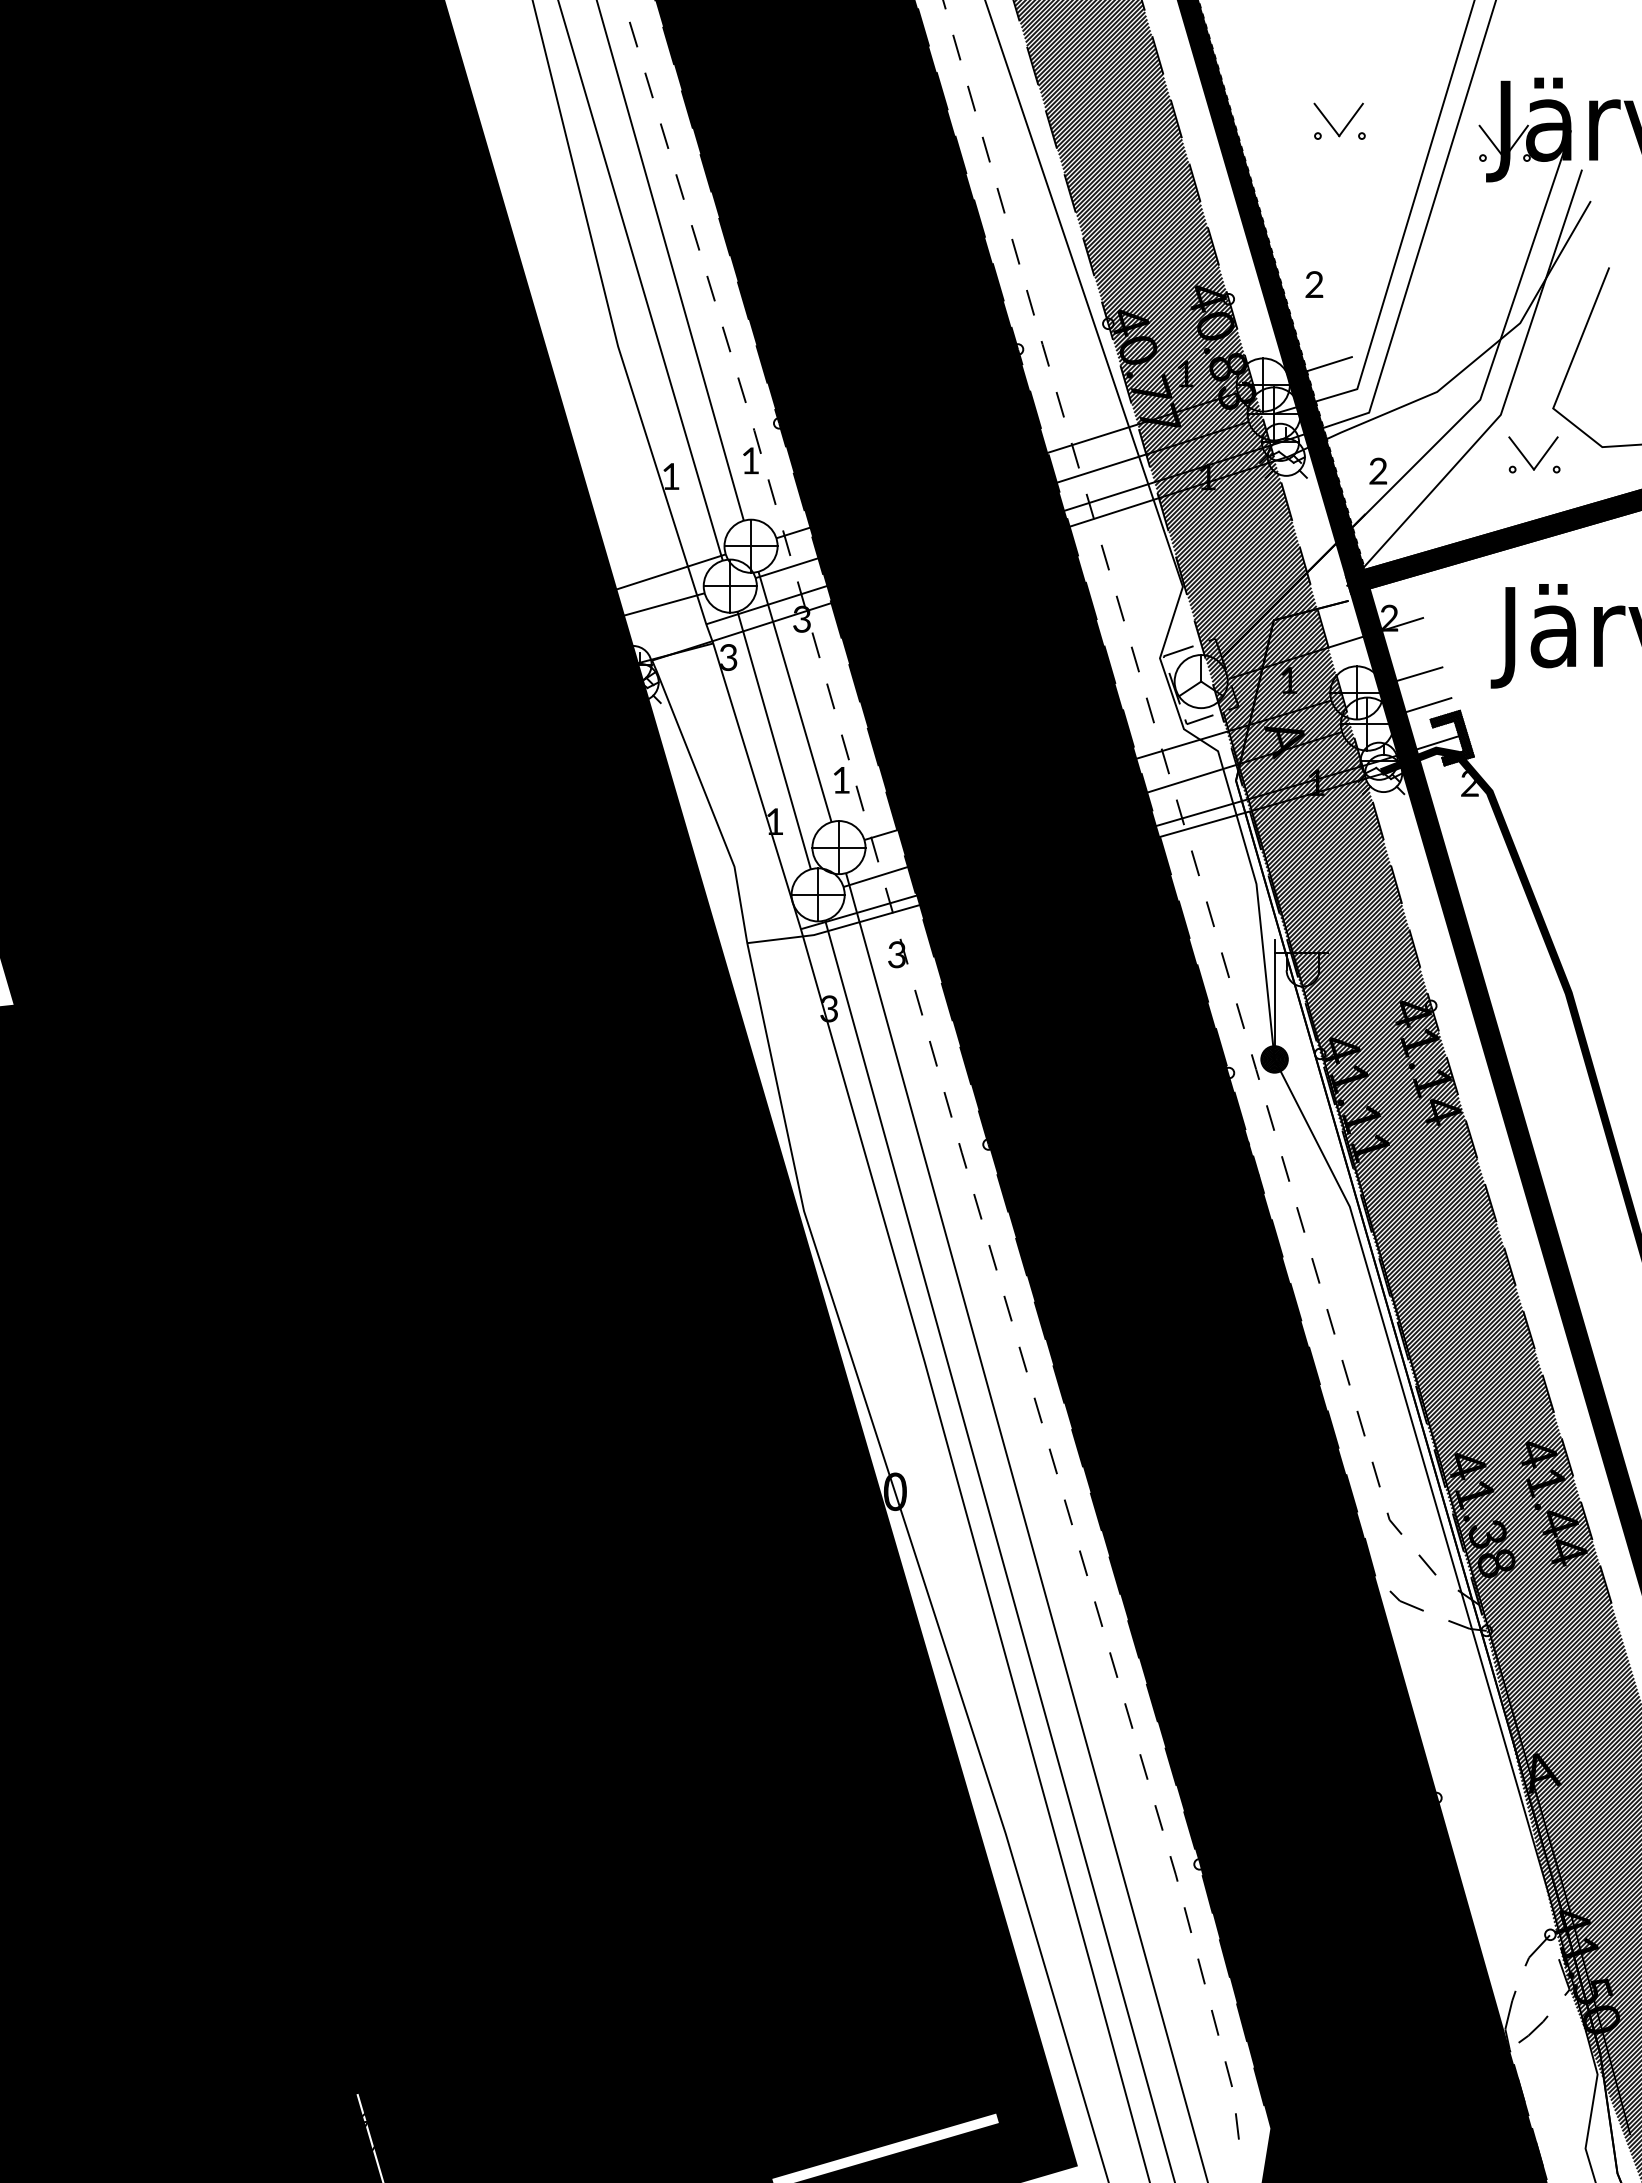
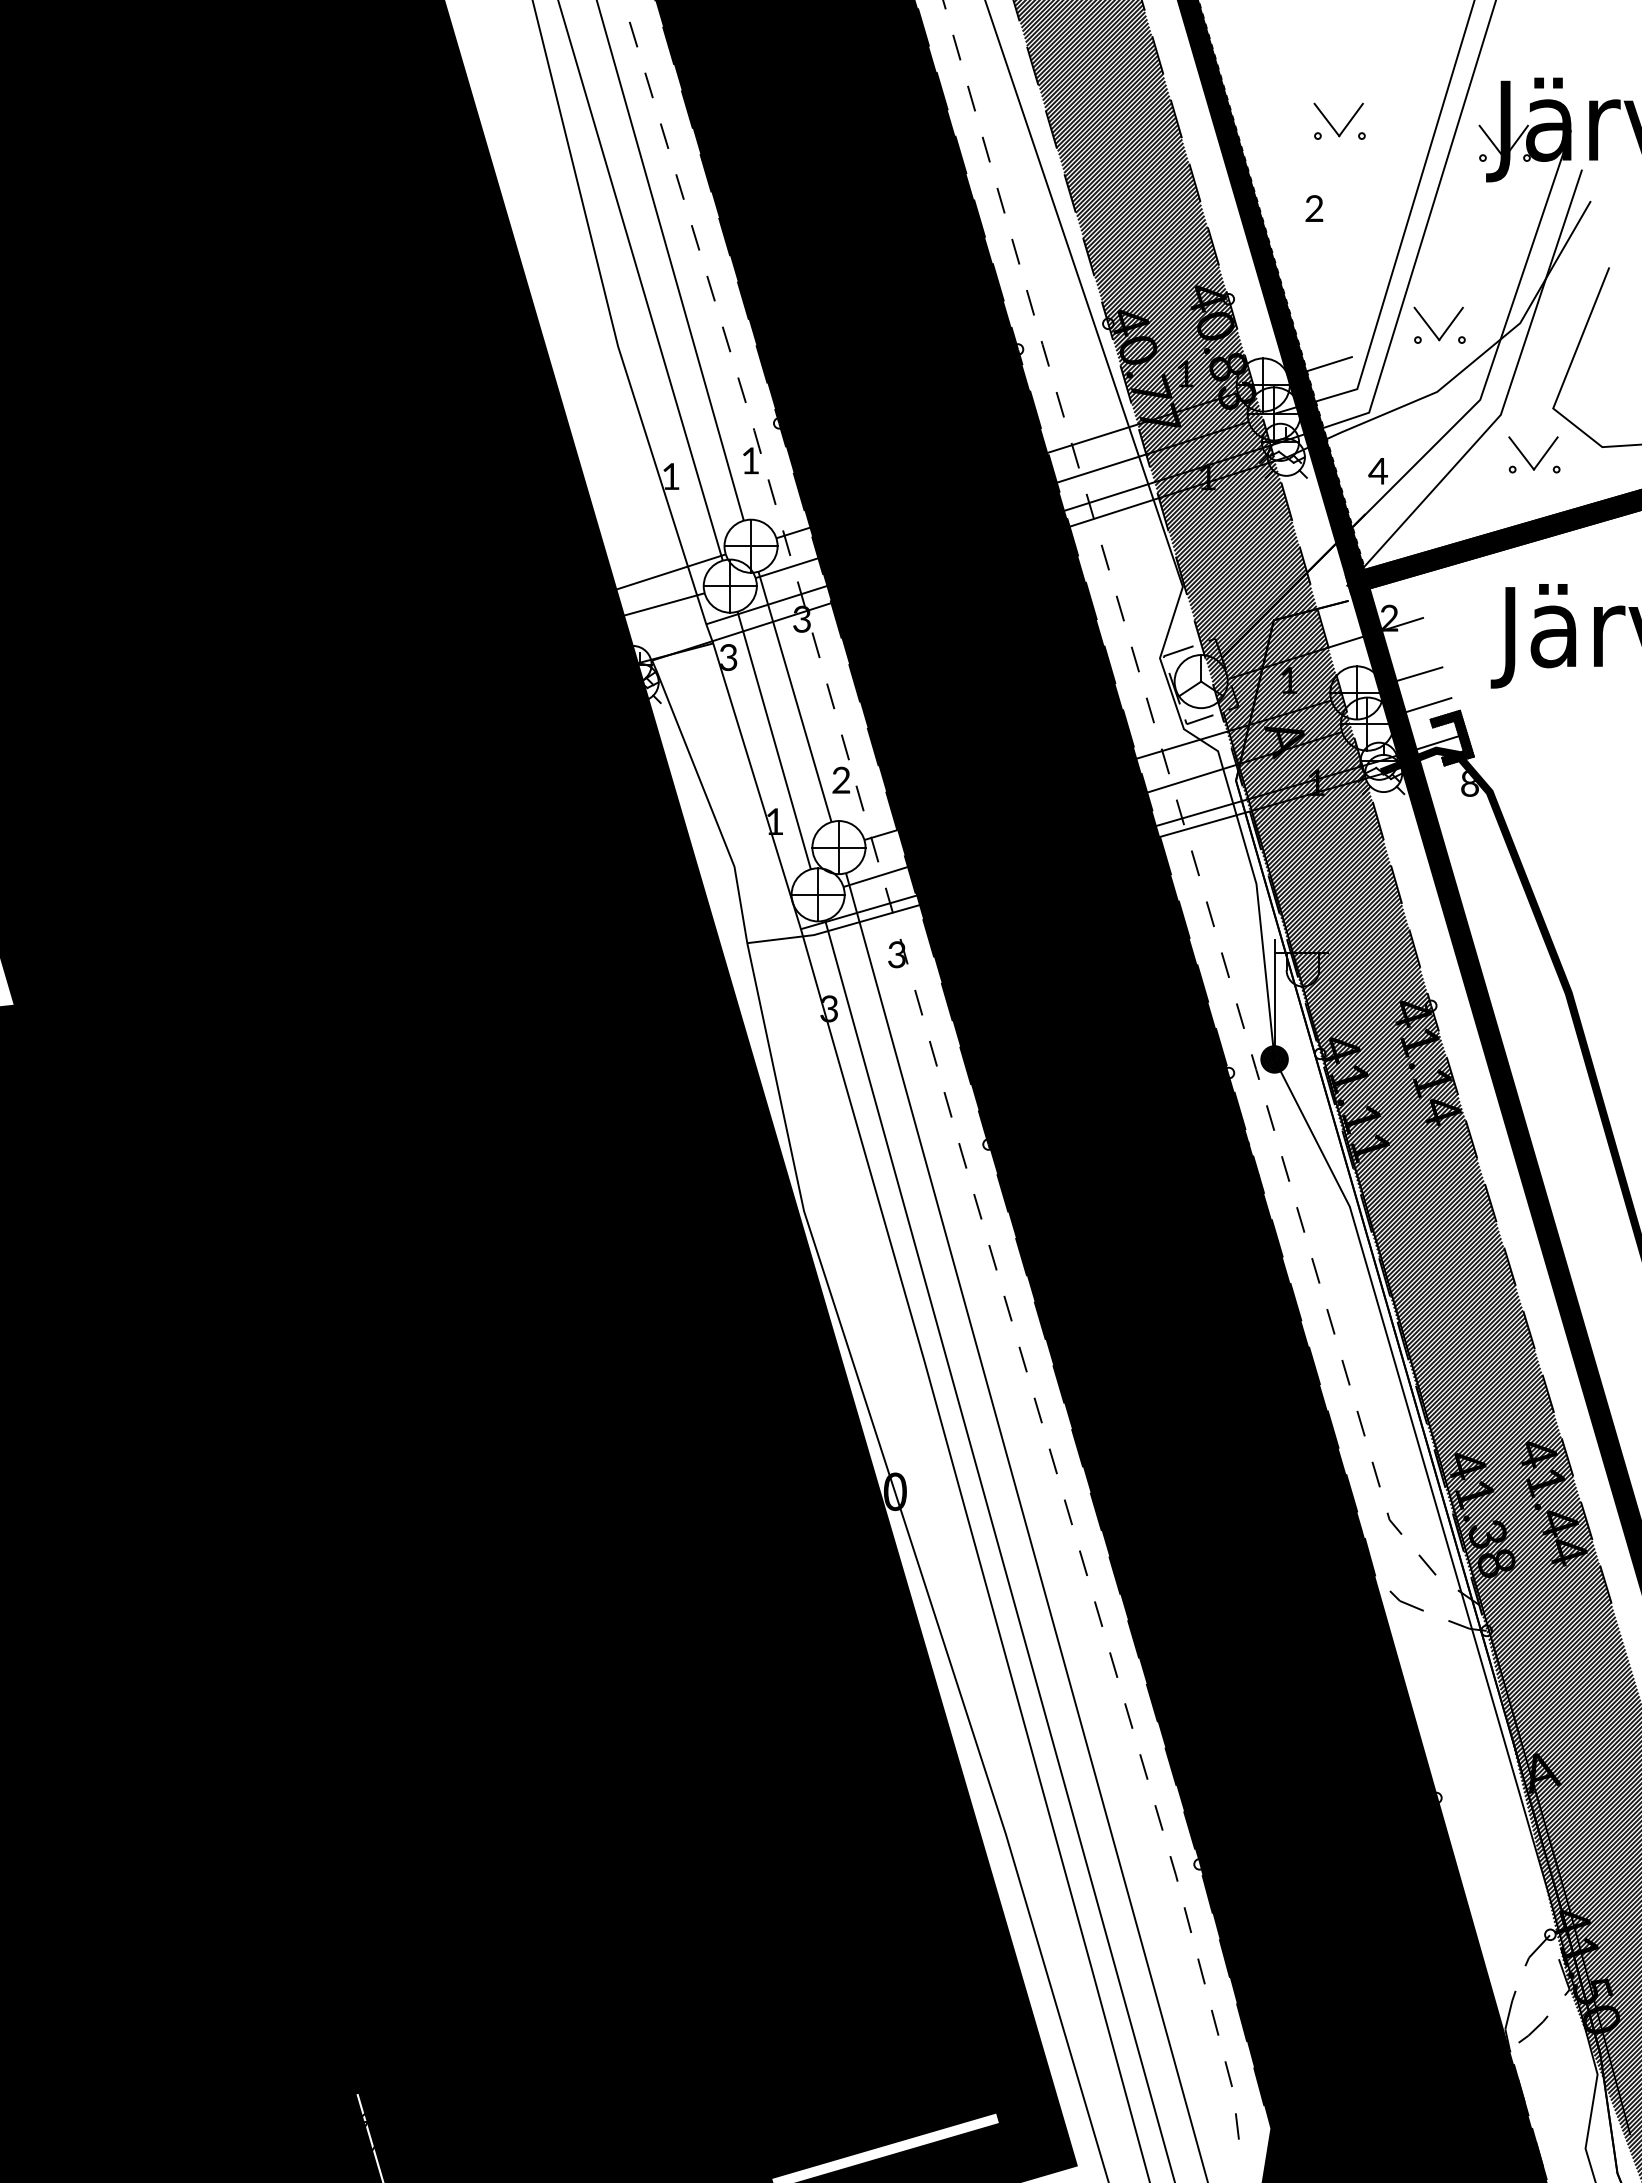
text at (1314, 284) position: (1314, 284) -> (1314, 208)
part at (1445, 329): none -> present
text at (1378, 470): 2 -> 4
text at (841, 779): 1 -> 2
text at (1469, 784): 2 -> 8
